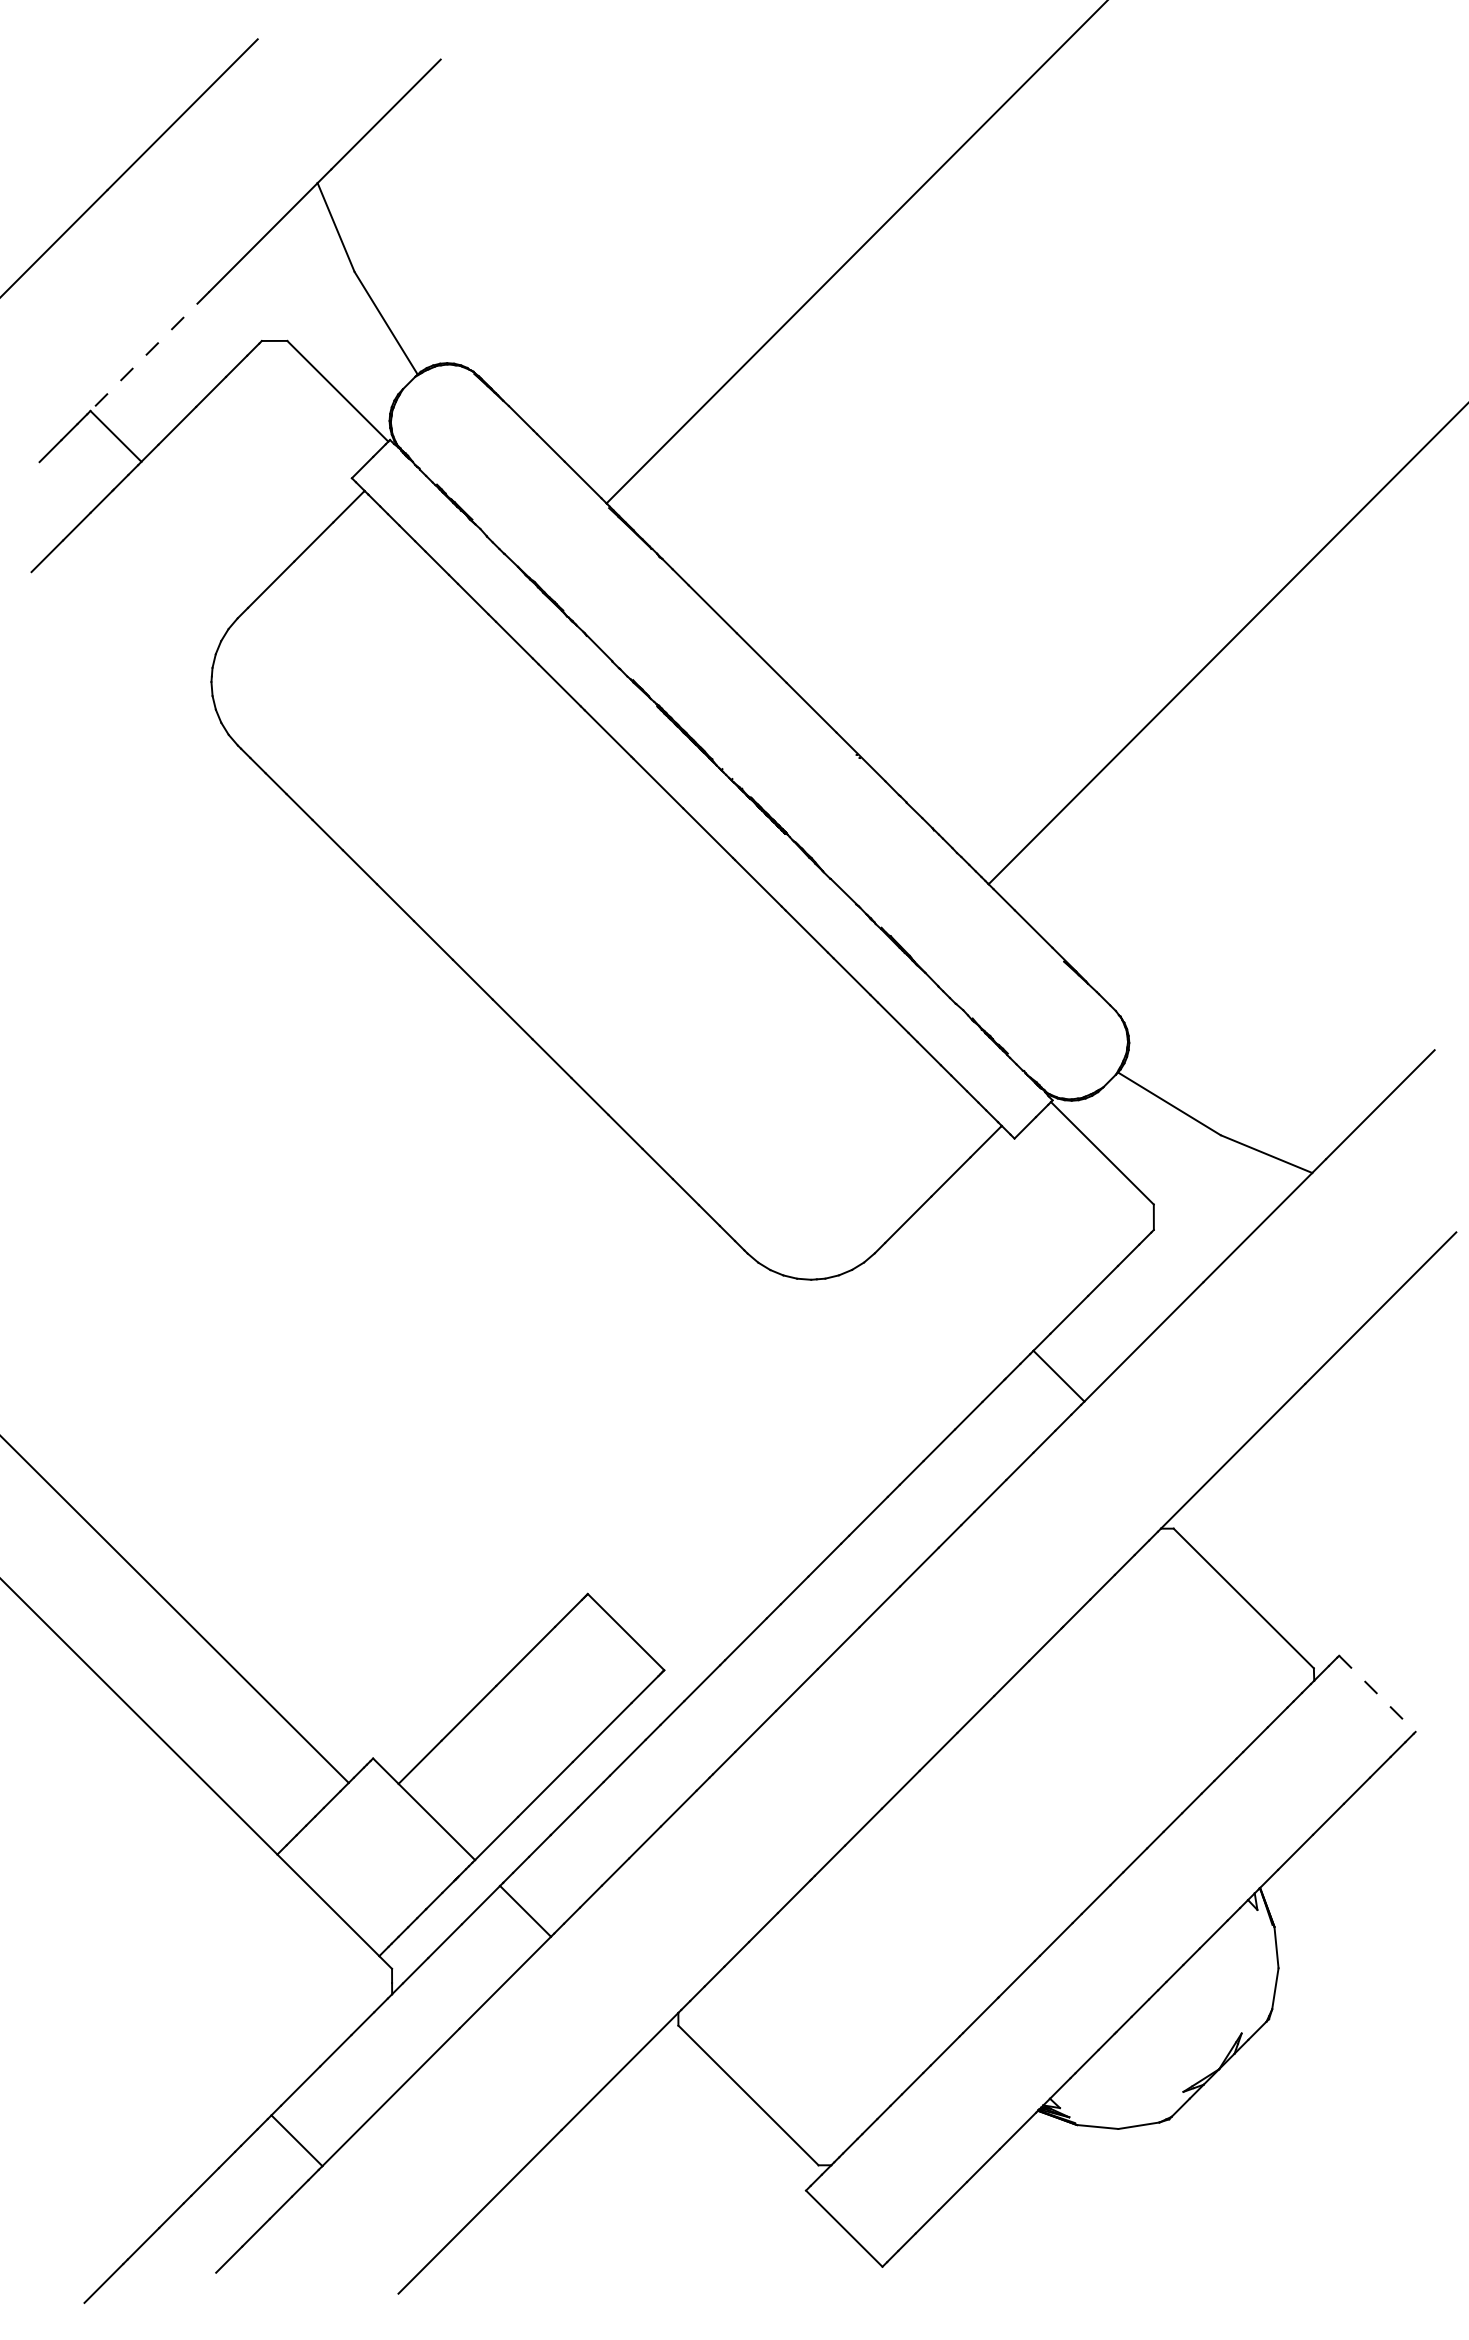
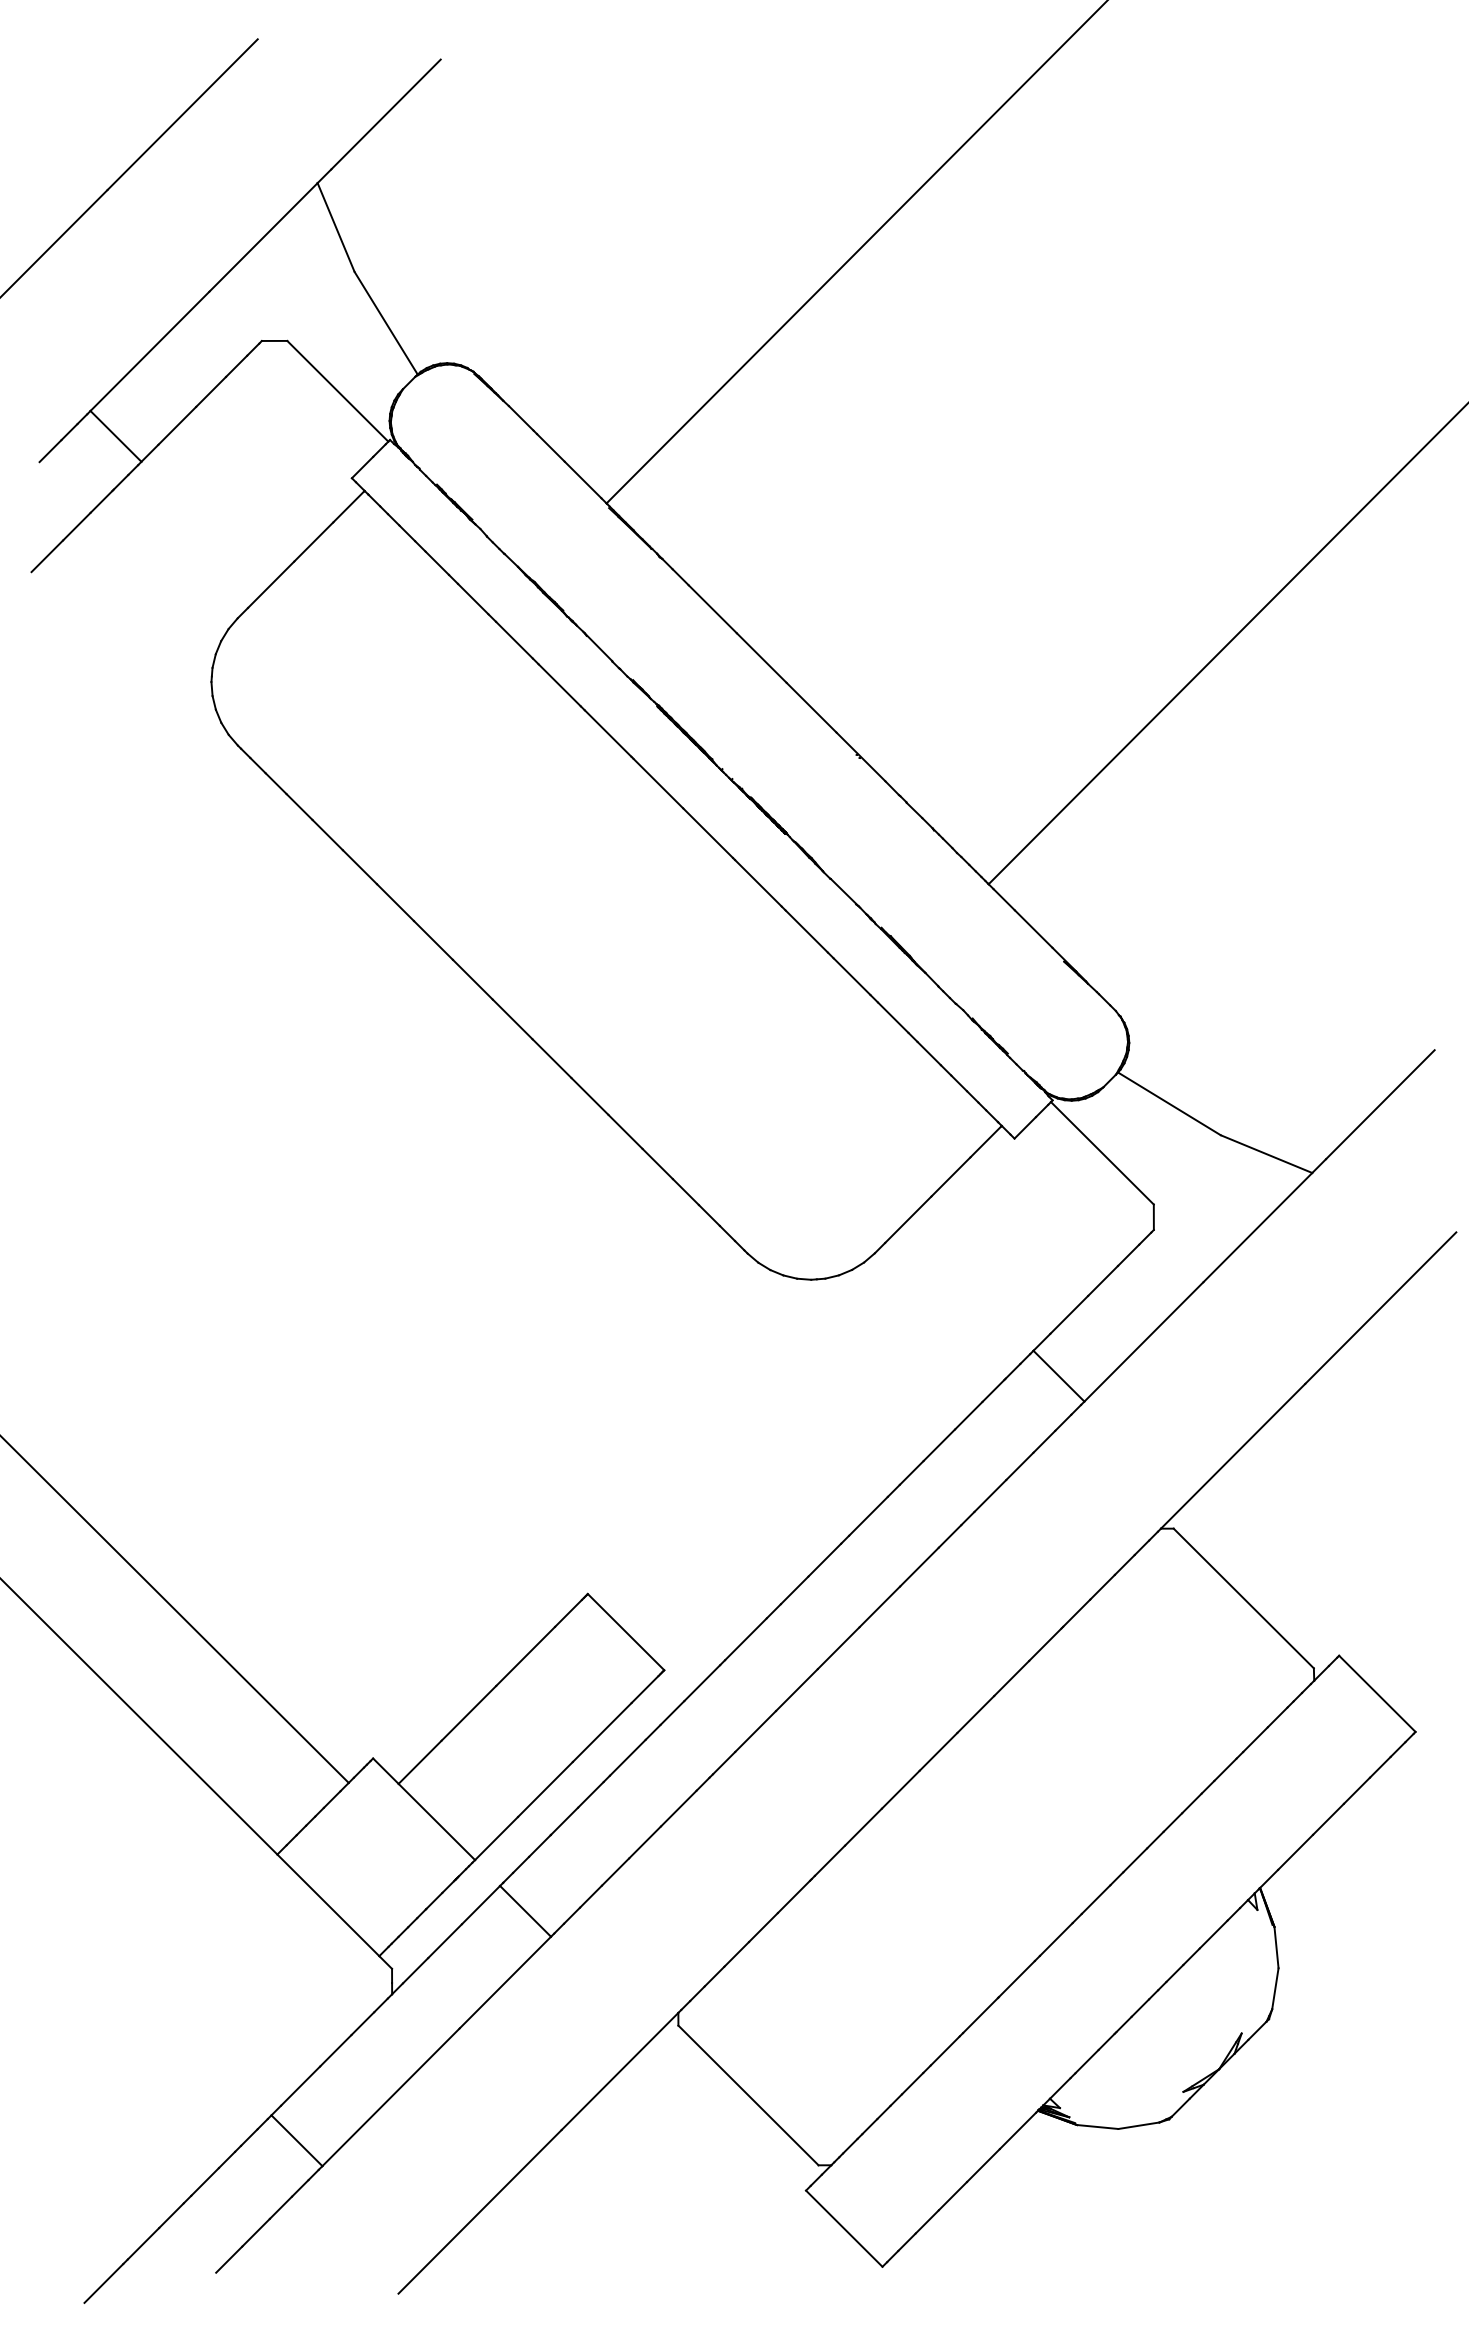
line at (149, 351): dashed -> solid
line at (1377, 1693): dashed -> solid
